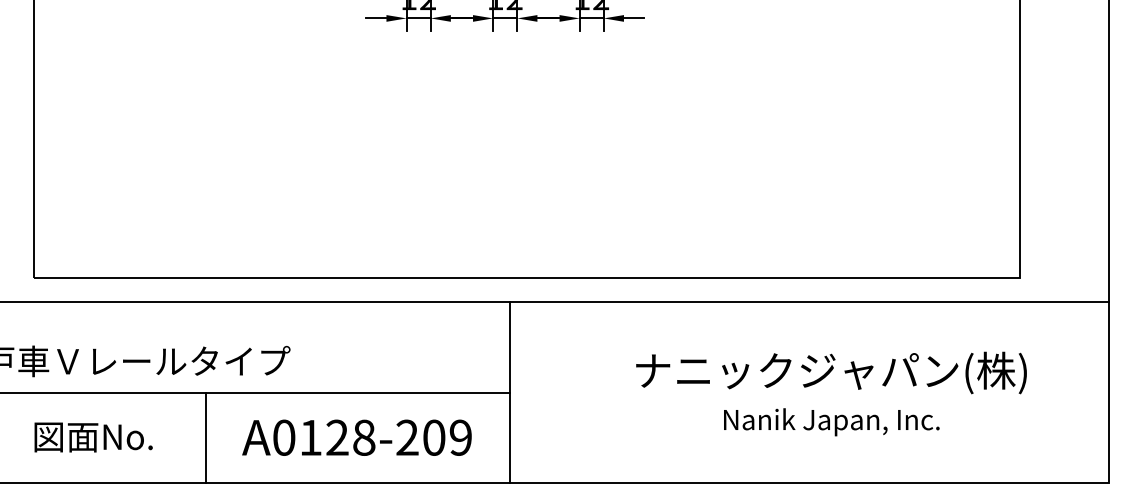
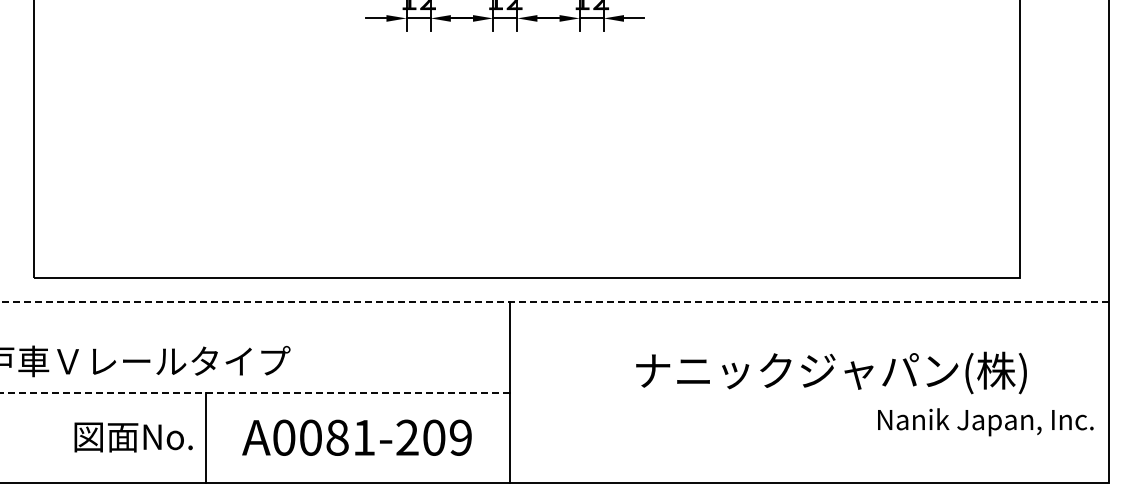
line at (553, 302): solid -> dashed
line at (255, 392): solid -> dashed
text at (831, 422) position: (831, 422) -> (985, 422)
text at (93, 437) position: (93, 437) -> (133, 437)
text at (337, 437): A0128-209 -> A0081-209
